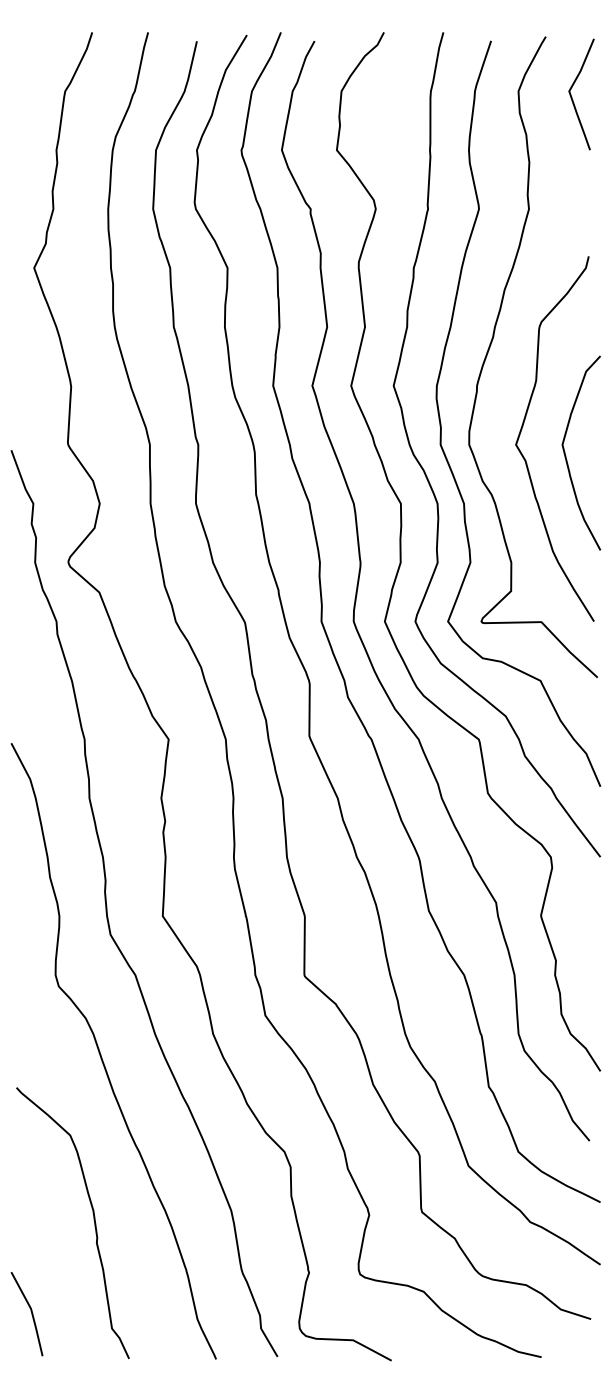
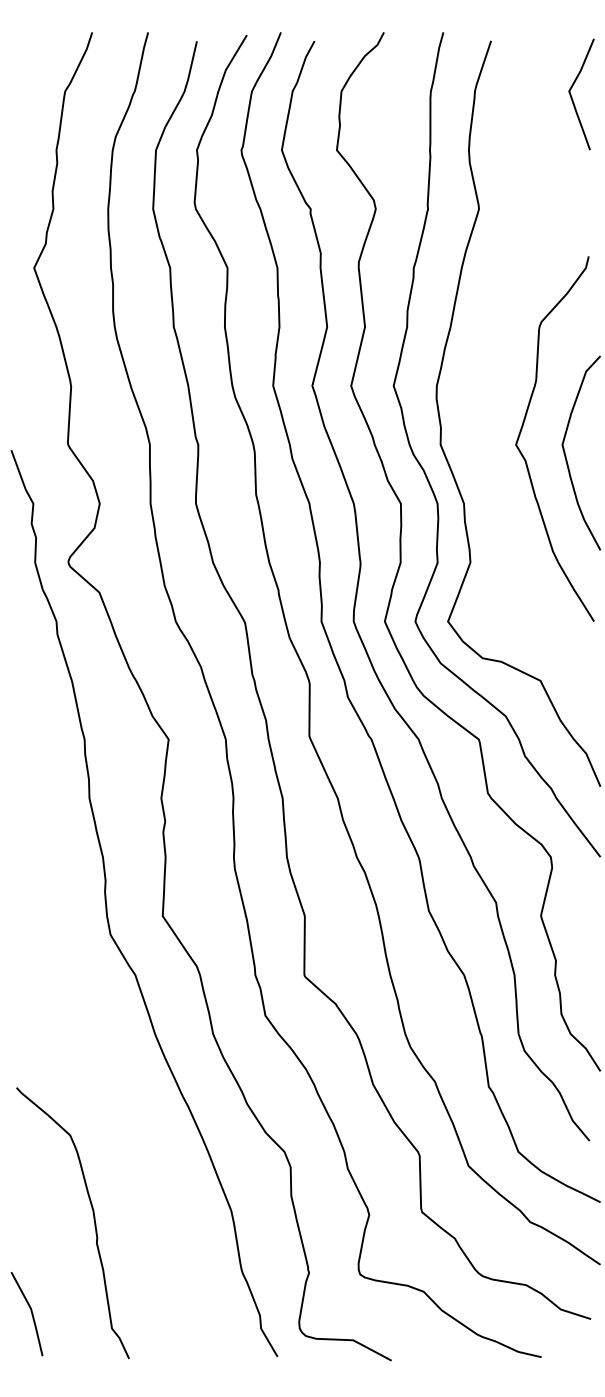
curve at (492, 342): present -> none
curve at (101, 1054): present -> none
